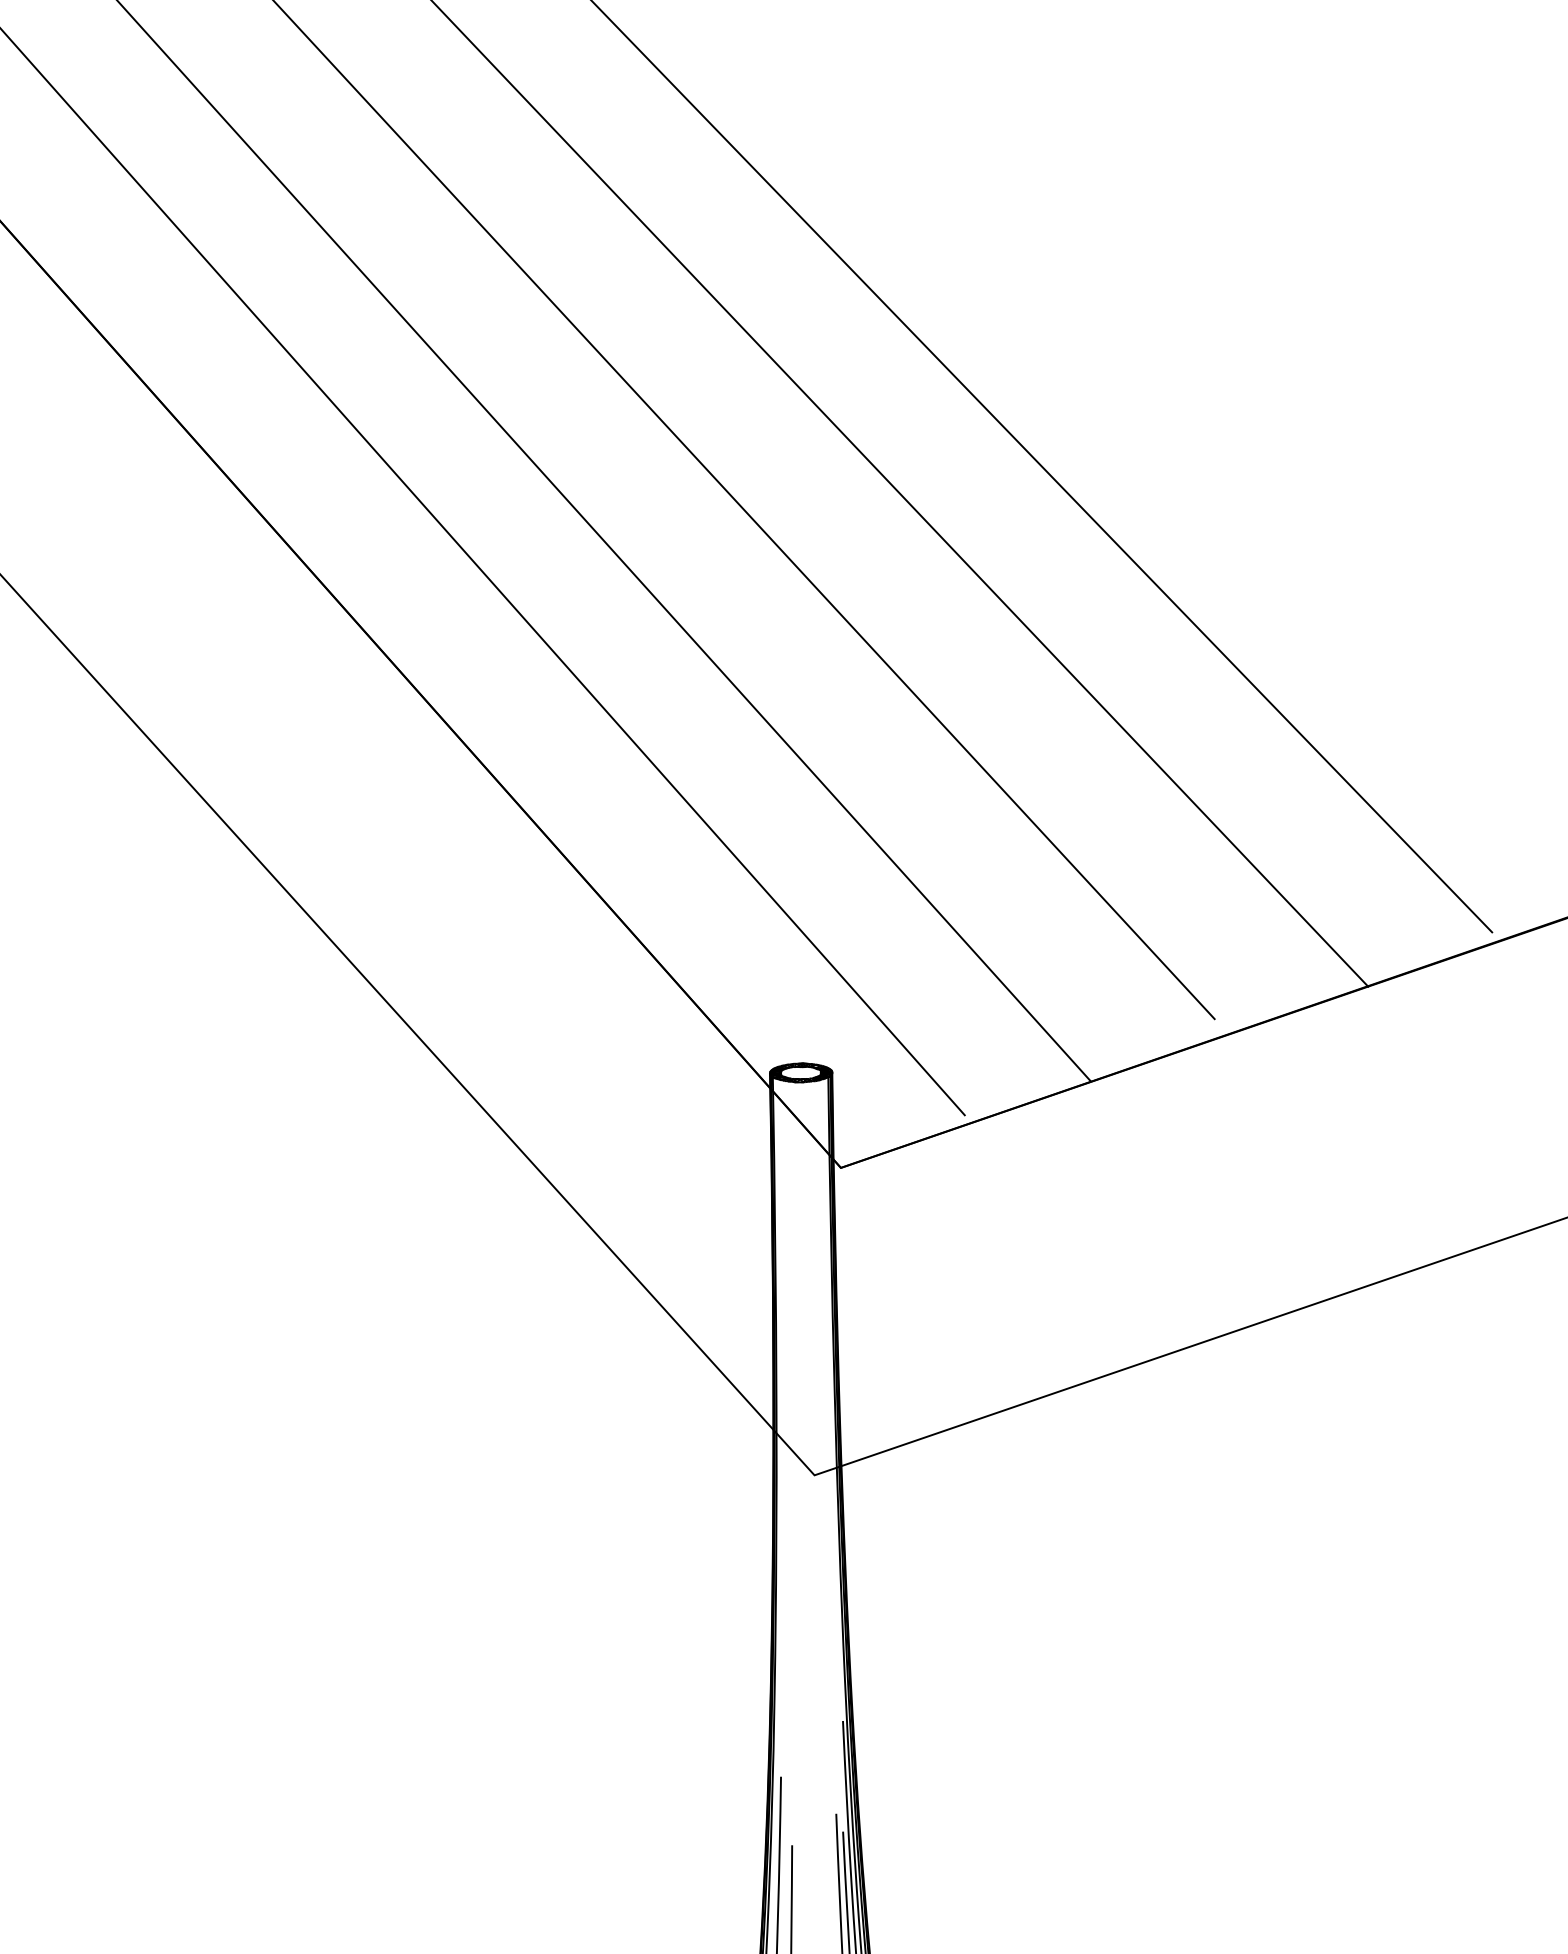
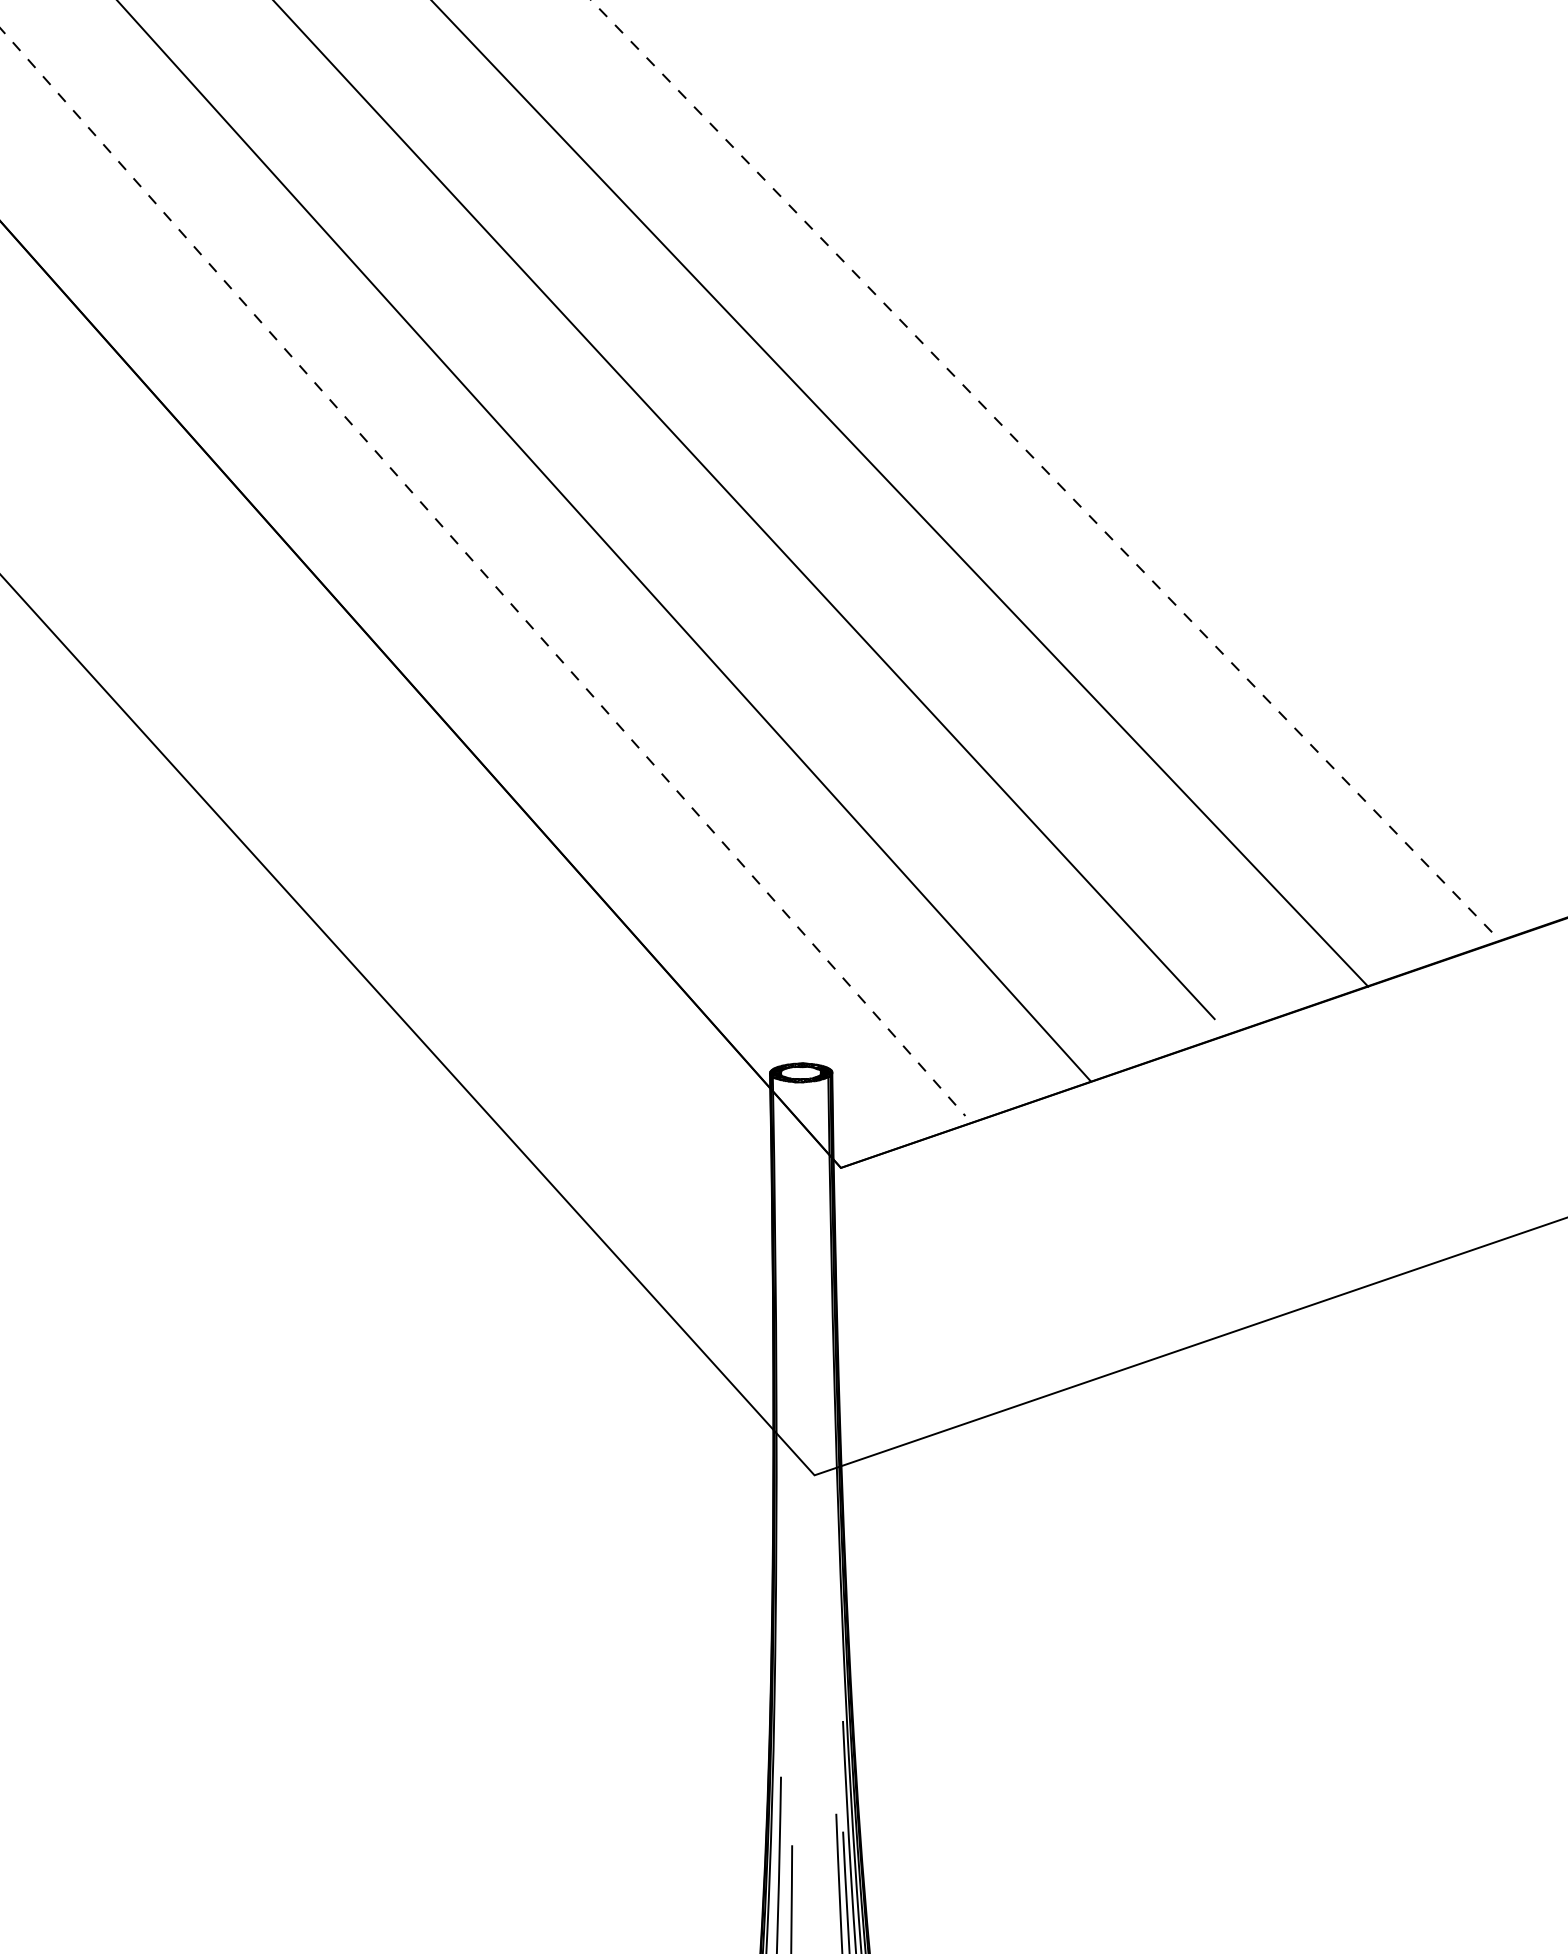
line at (1042, 467): solid -> dashed
line at (483, 572): solid -> dashed
